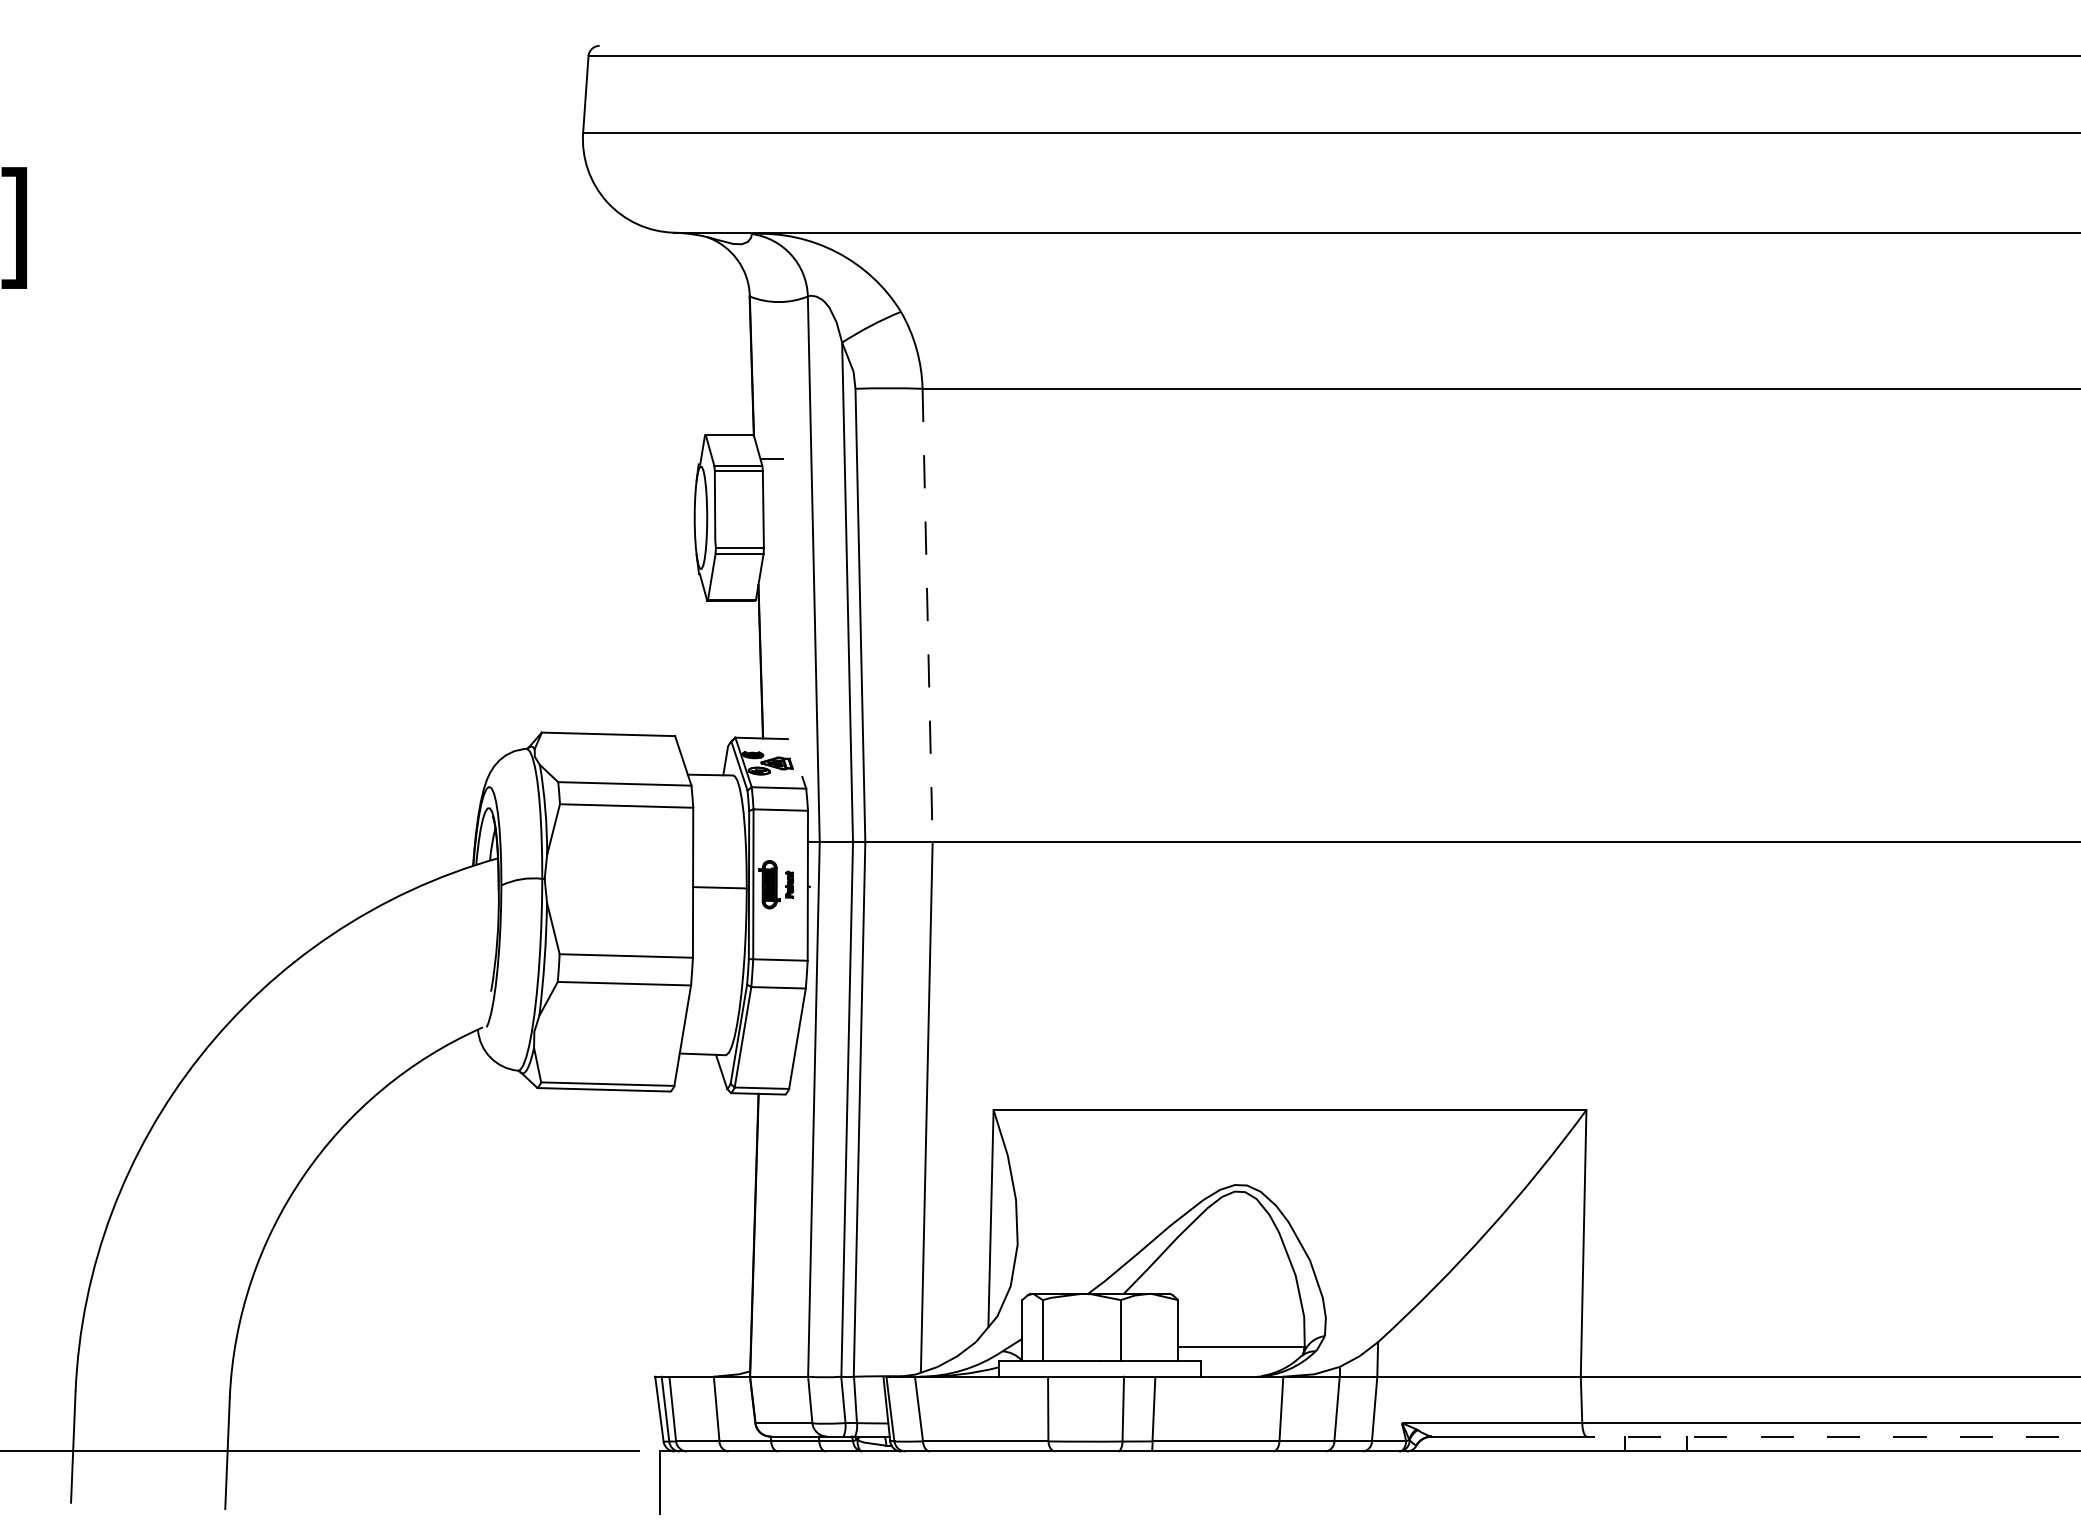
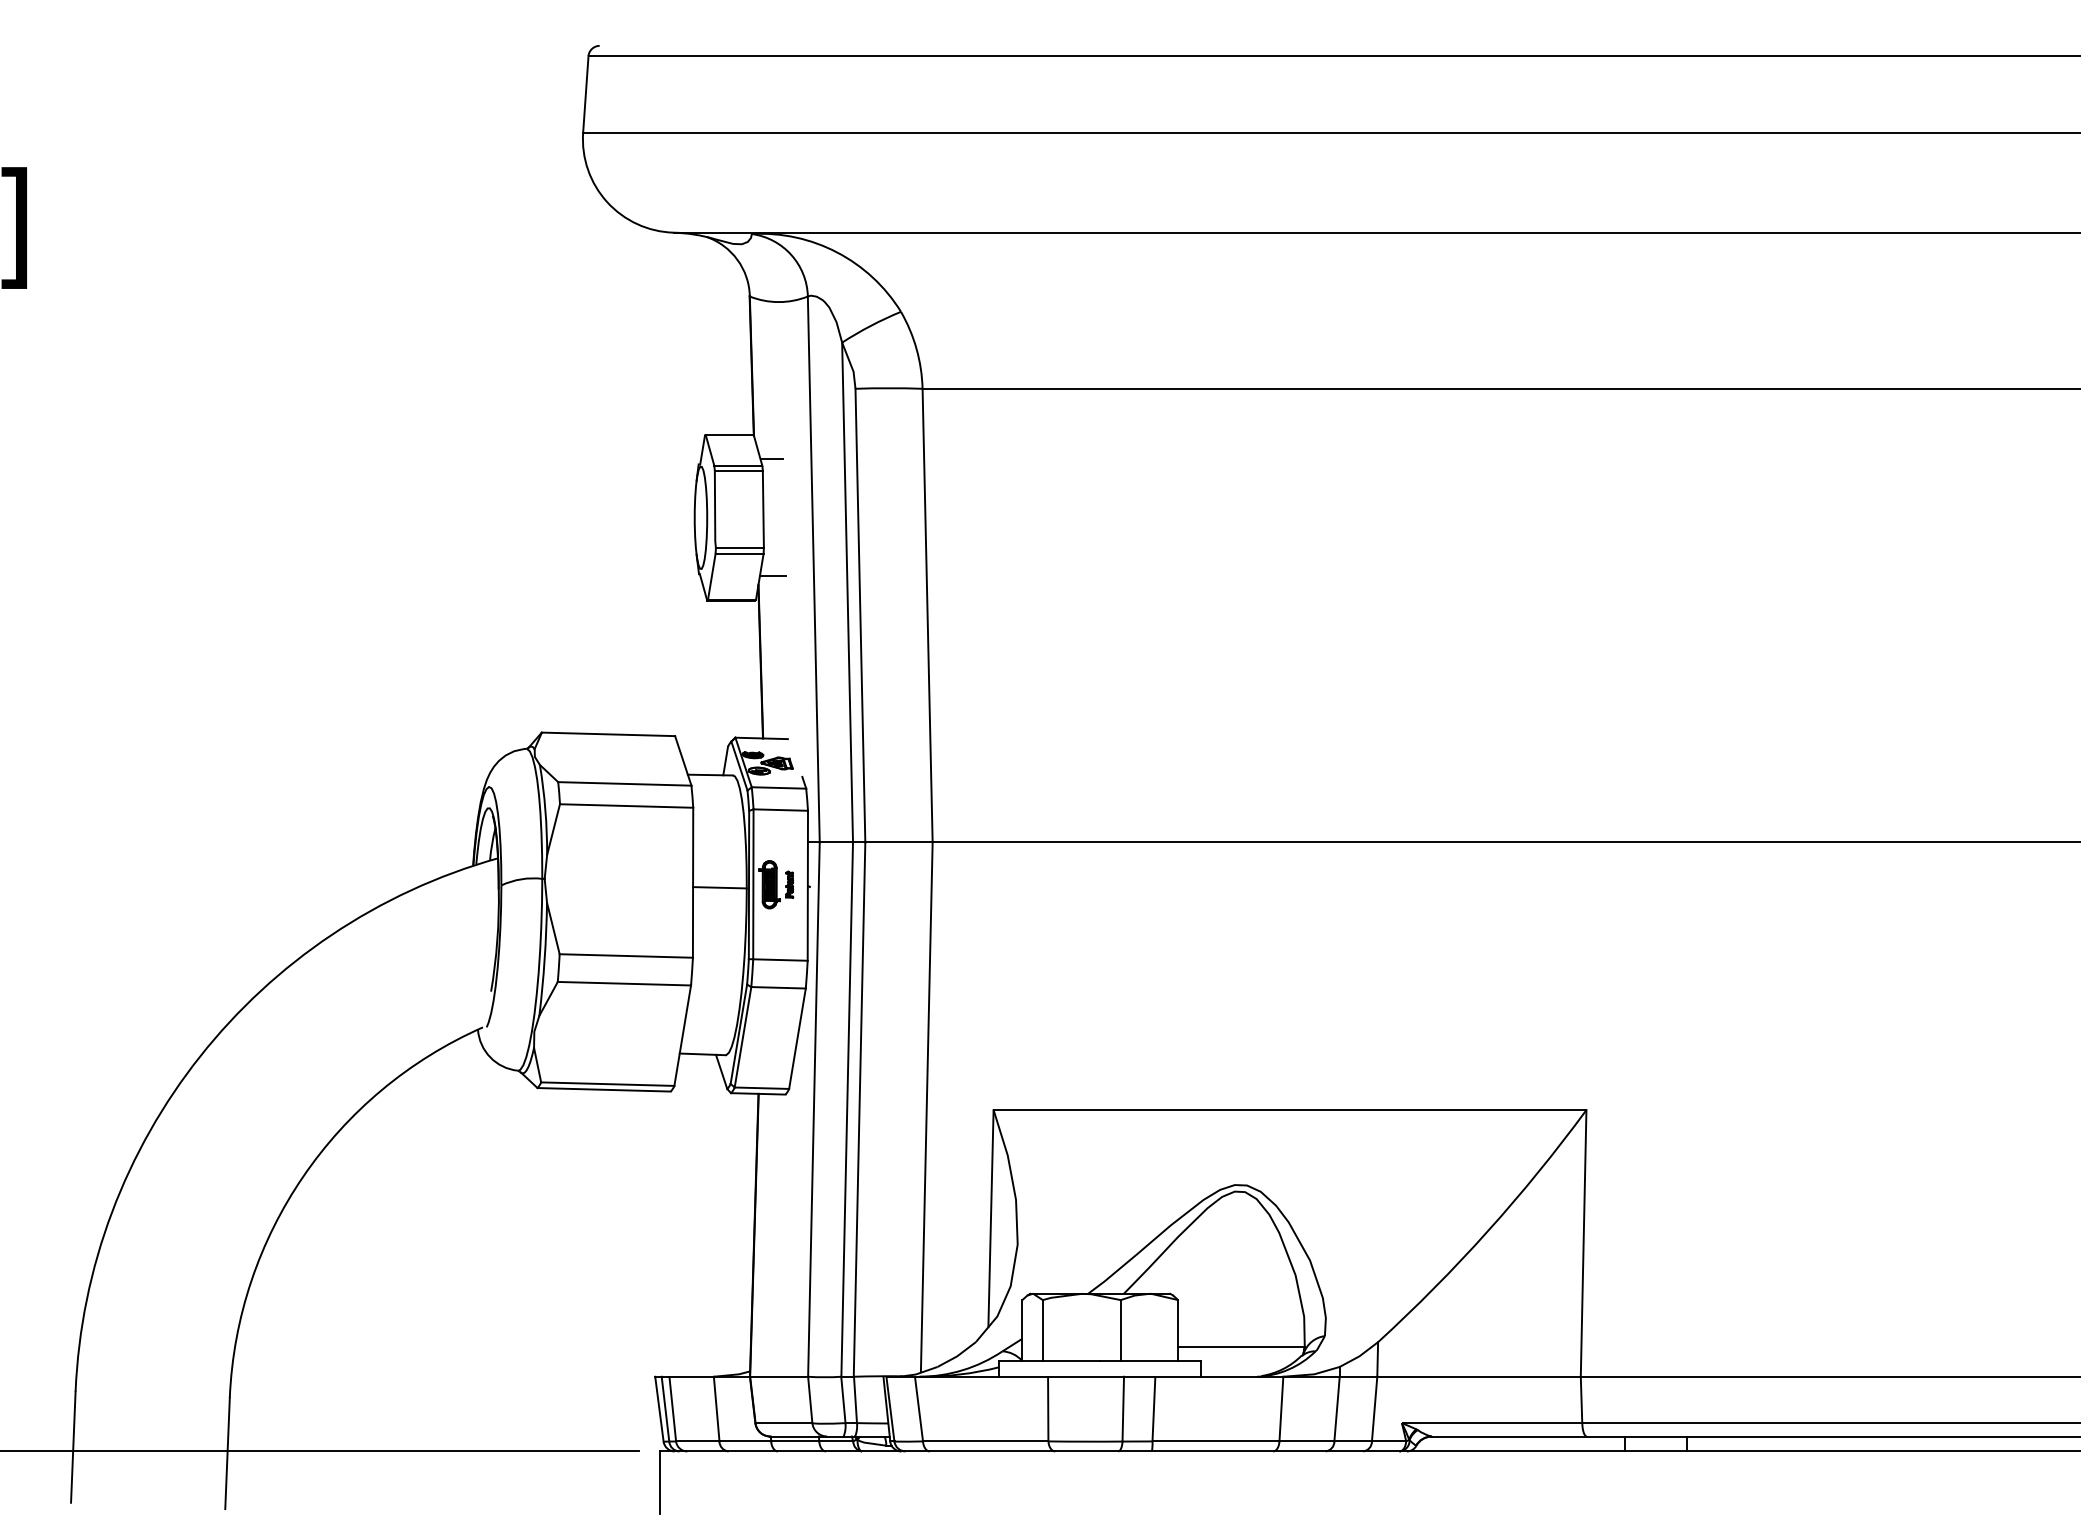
line at (772, 576): none -> present
line at (927, 614): dashed -> solid
line at (1833, 1436): dashed -> solid
